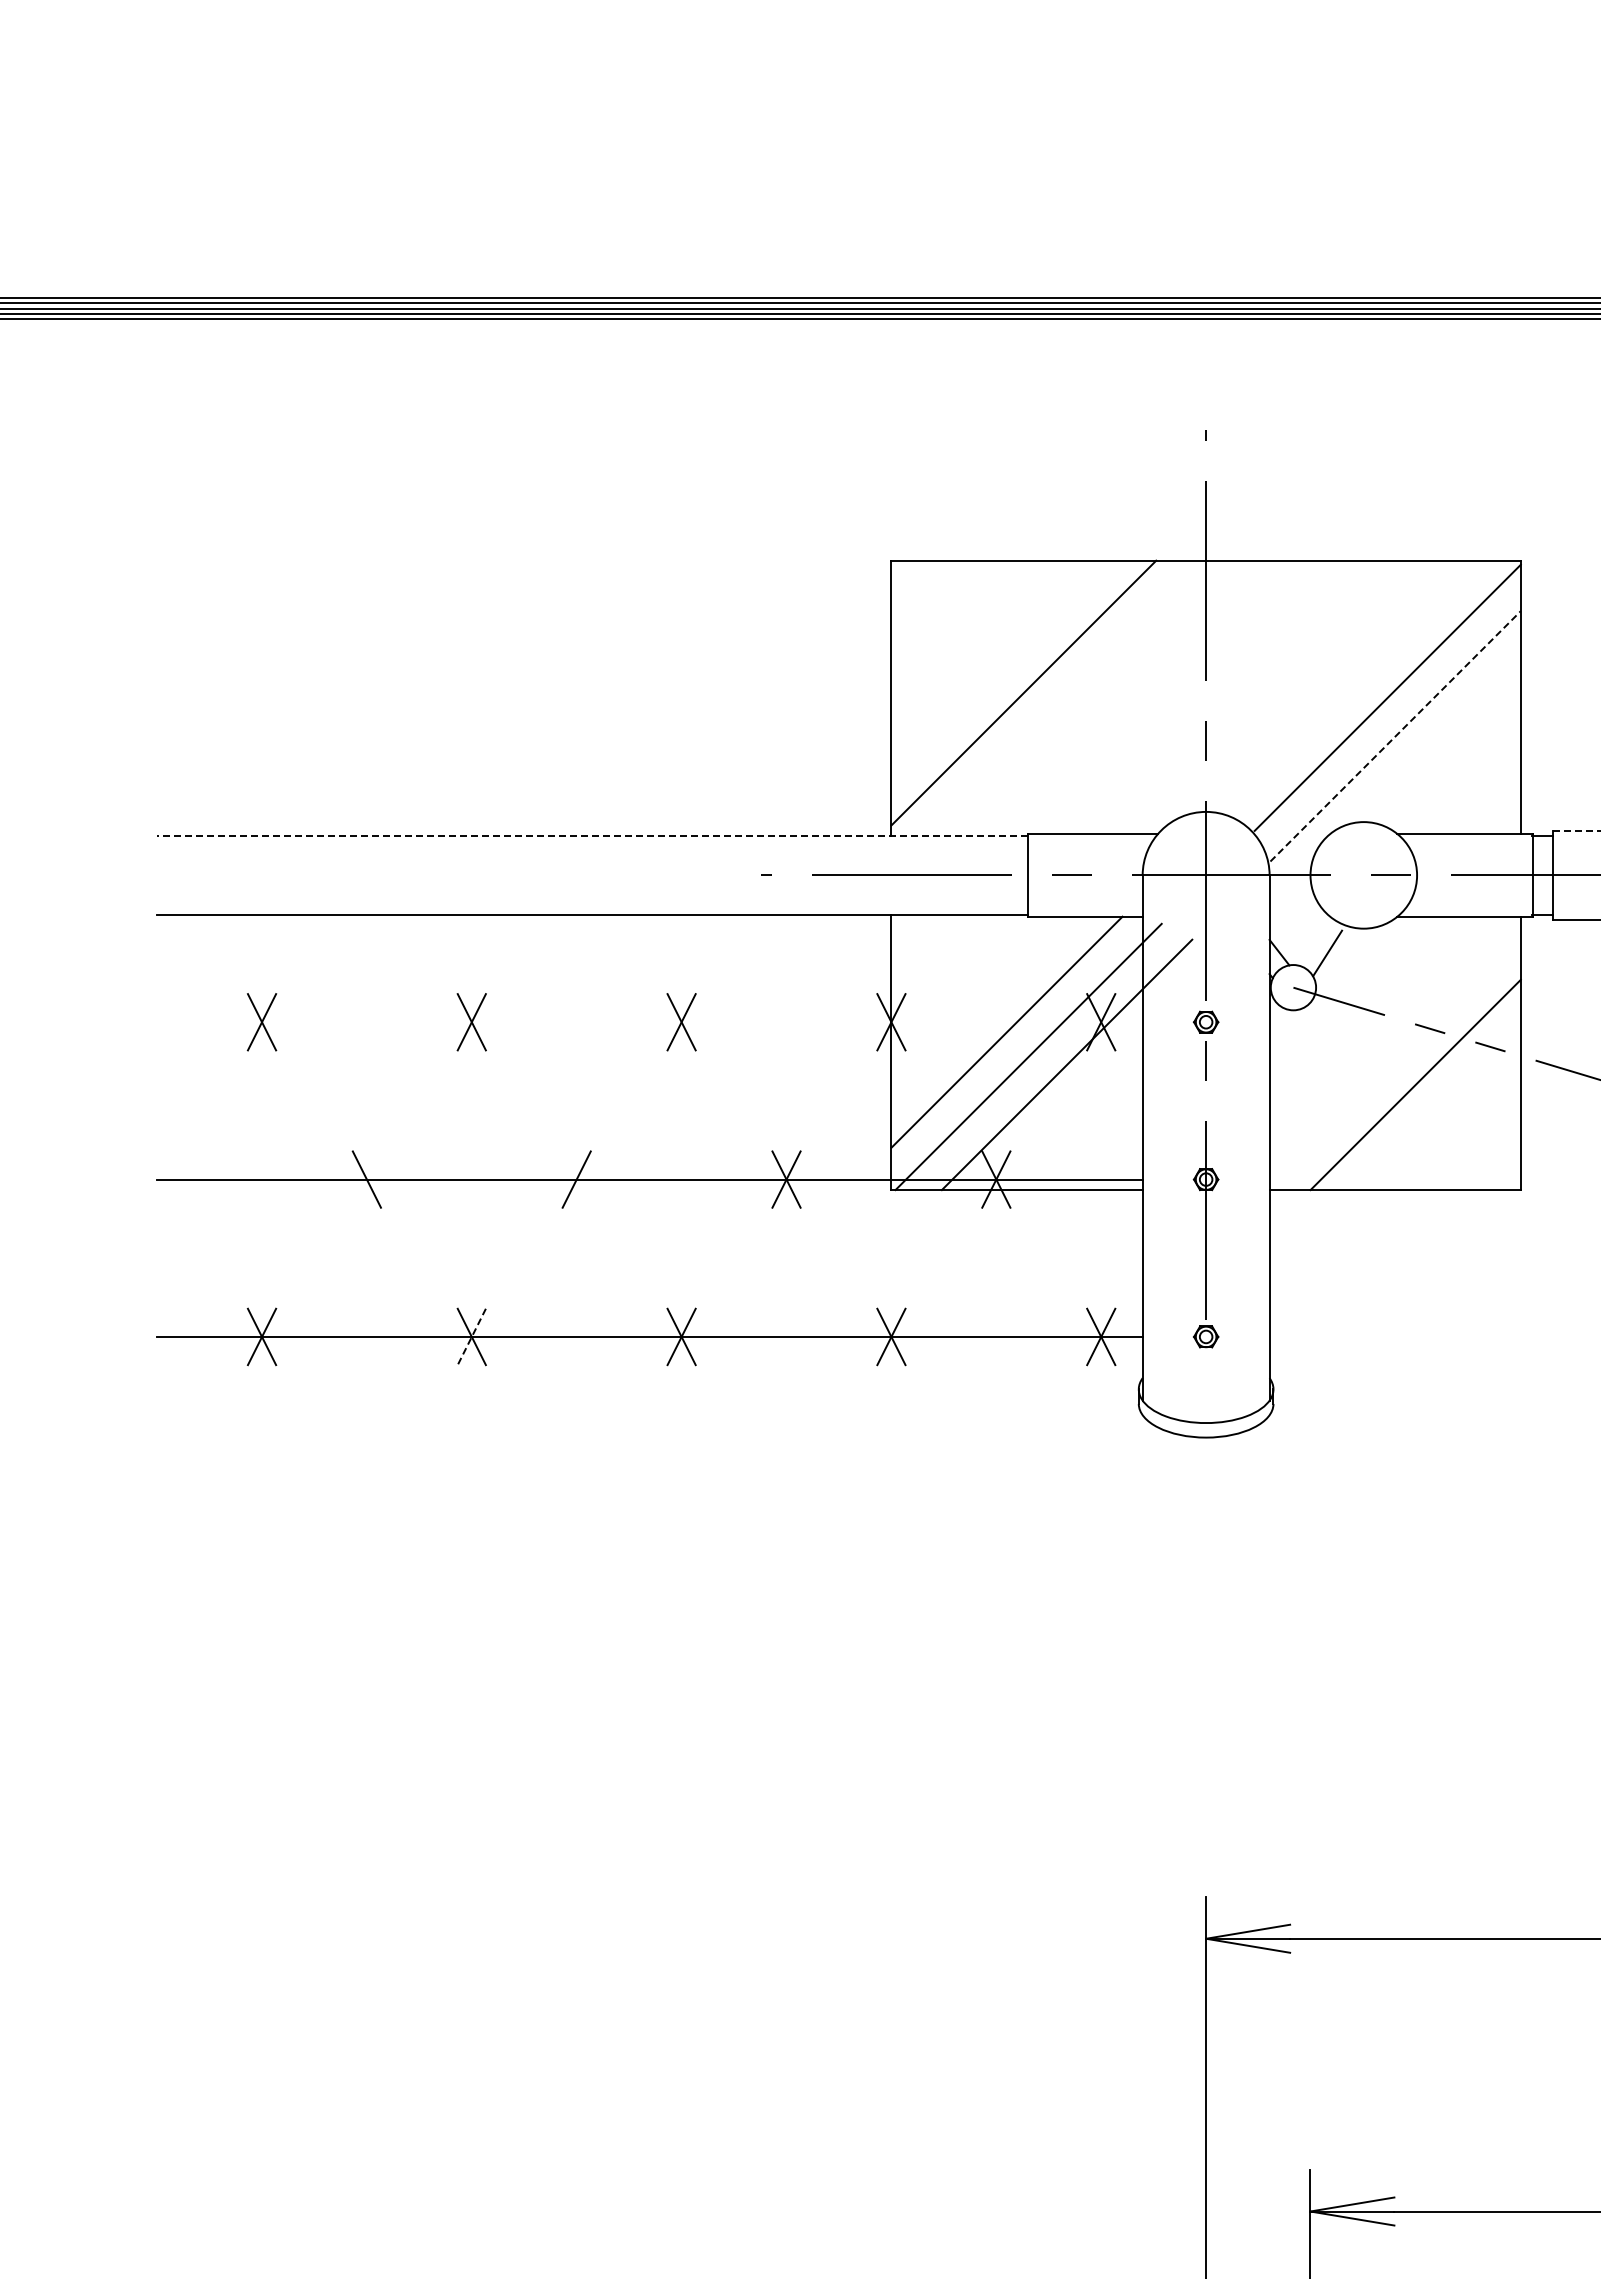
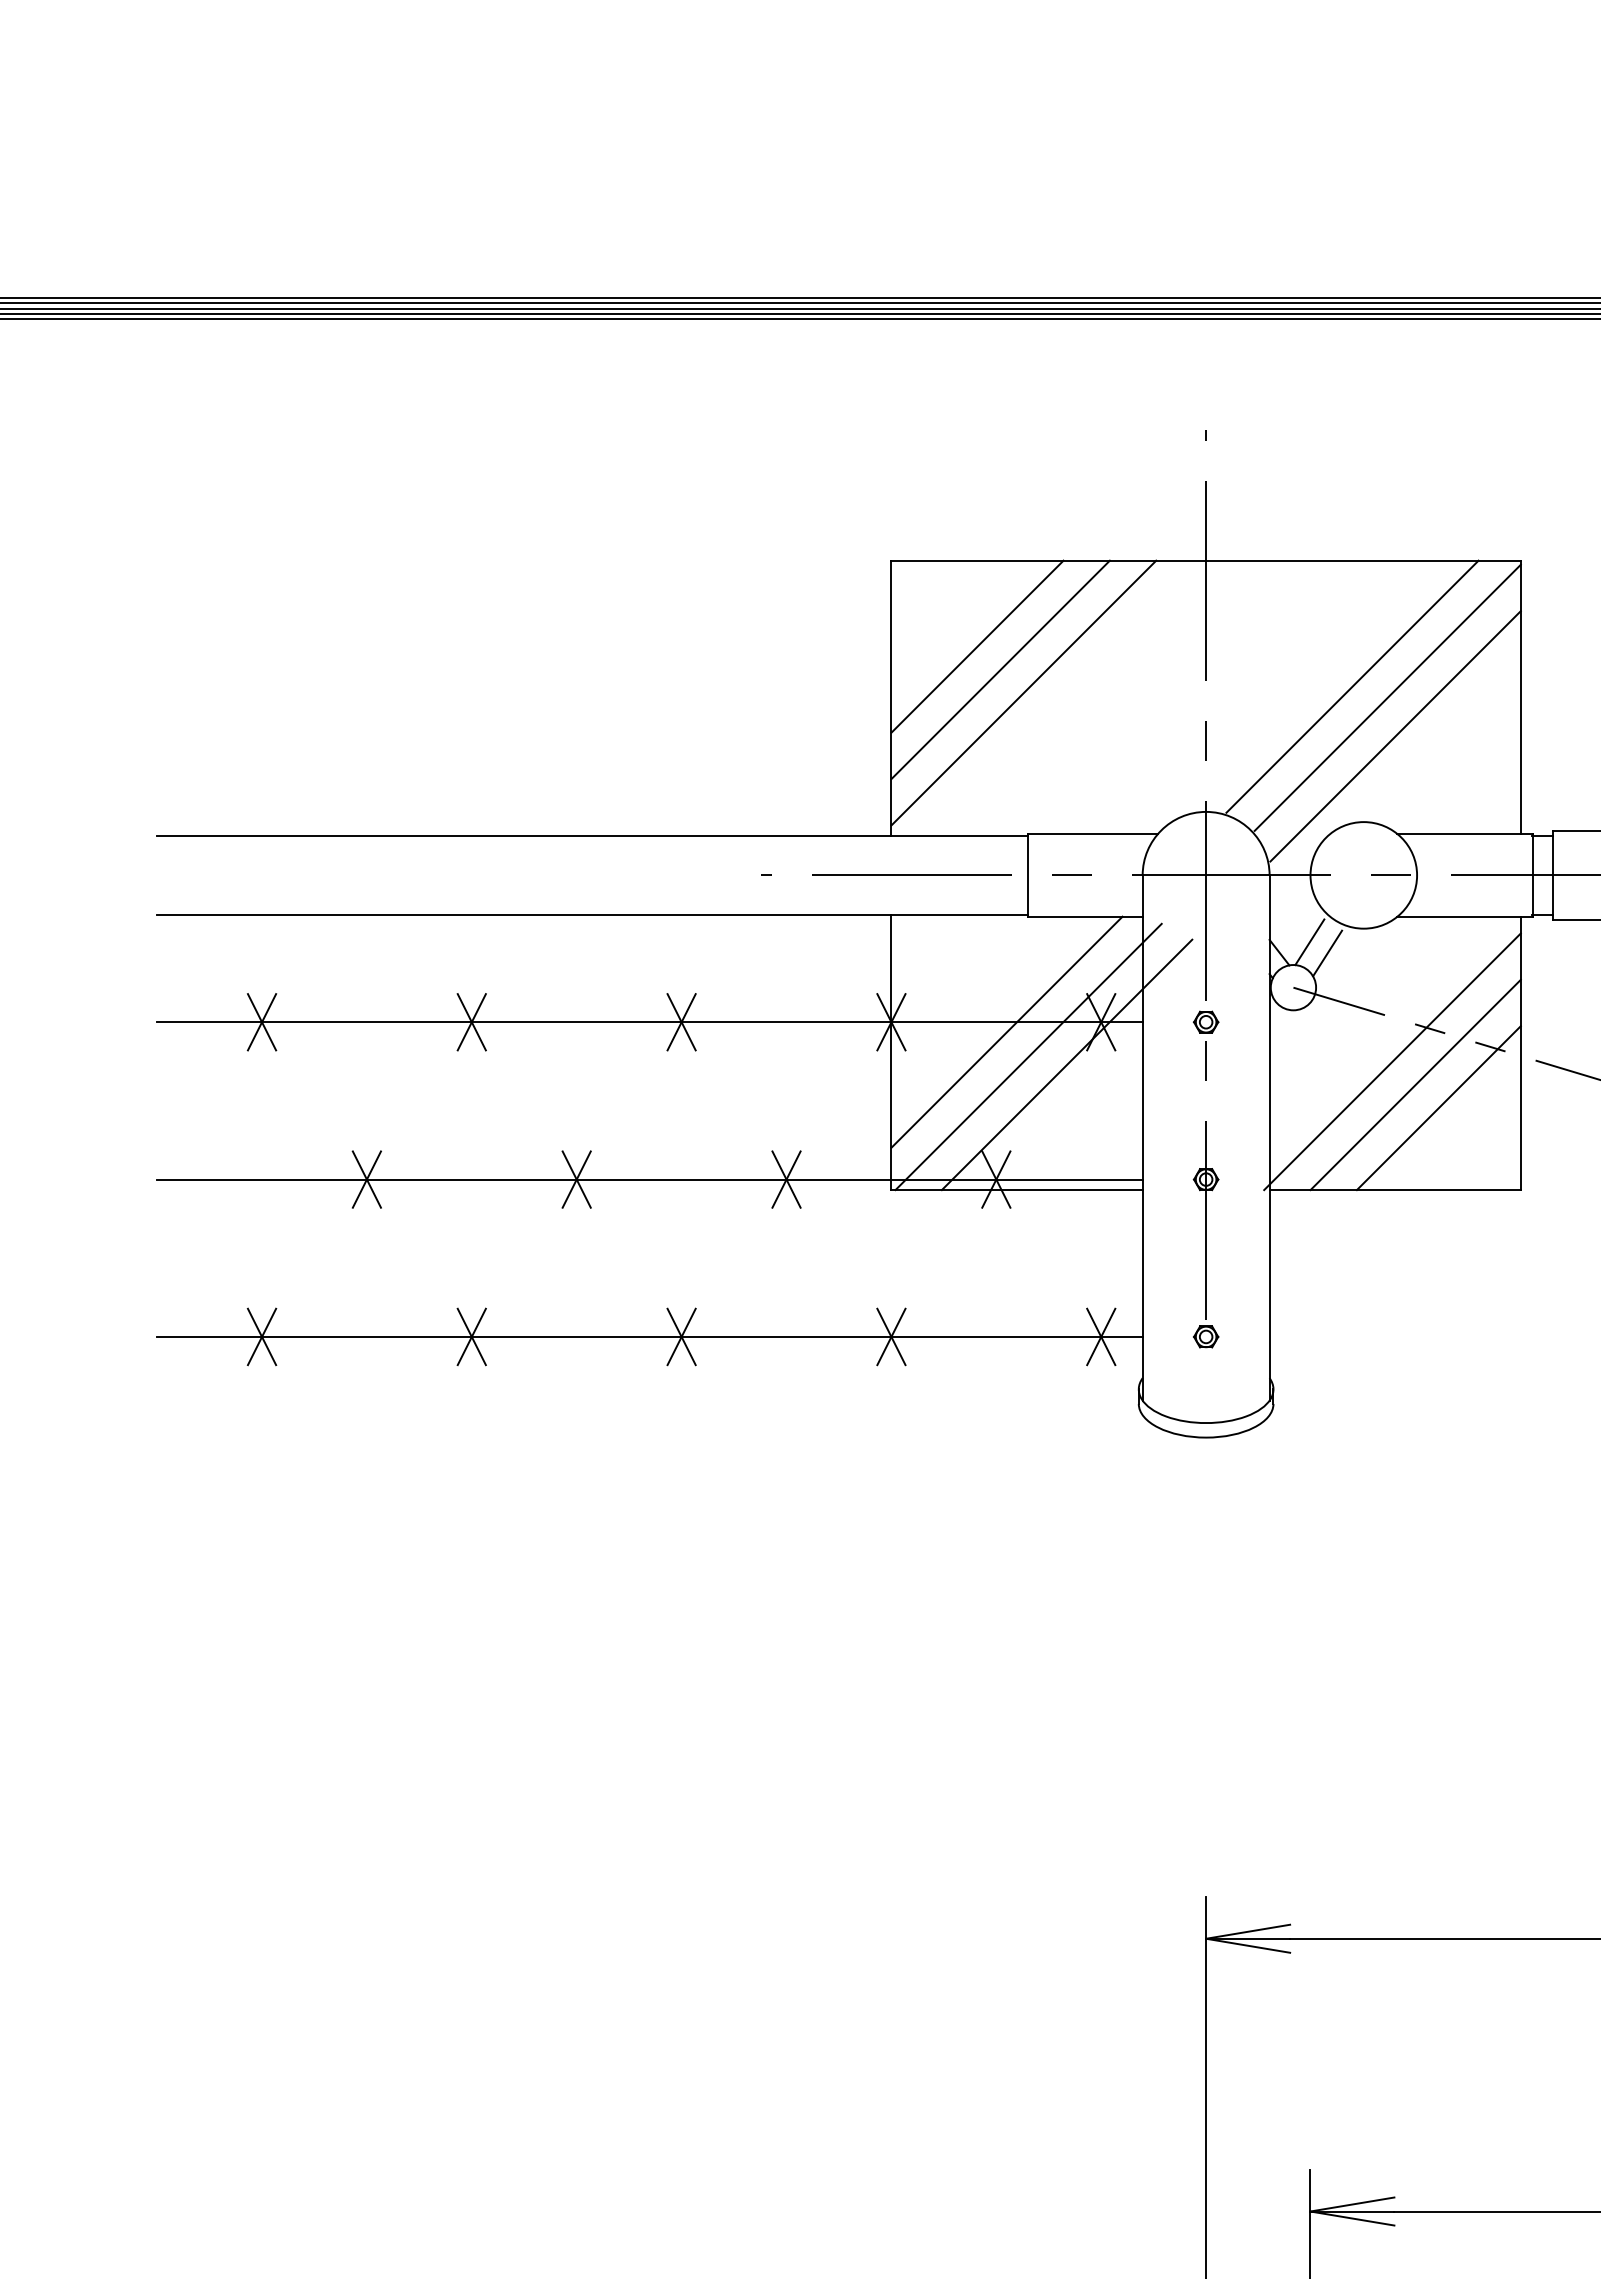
line at (977, 646): none -> present
line at (1000, 669): none -> present
line at (1352, 686): none -> present
line at (1395, 735): dashed -> solid
line at (1576, 830): dashed -> solid
line at (591, 835): dashed -> solid
line at (1309, 942): none -> present
line at (649, 1022): none -> present
line at (1392, 1061): none -> present
line at (1438, 1108): none -> present
line at (366, 1179): none -> present
line at (576, 1179): none -> present
line at (471, 1337): dashed -> solid
